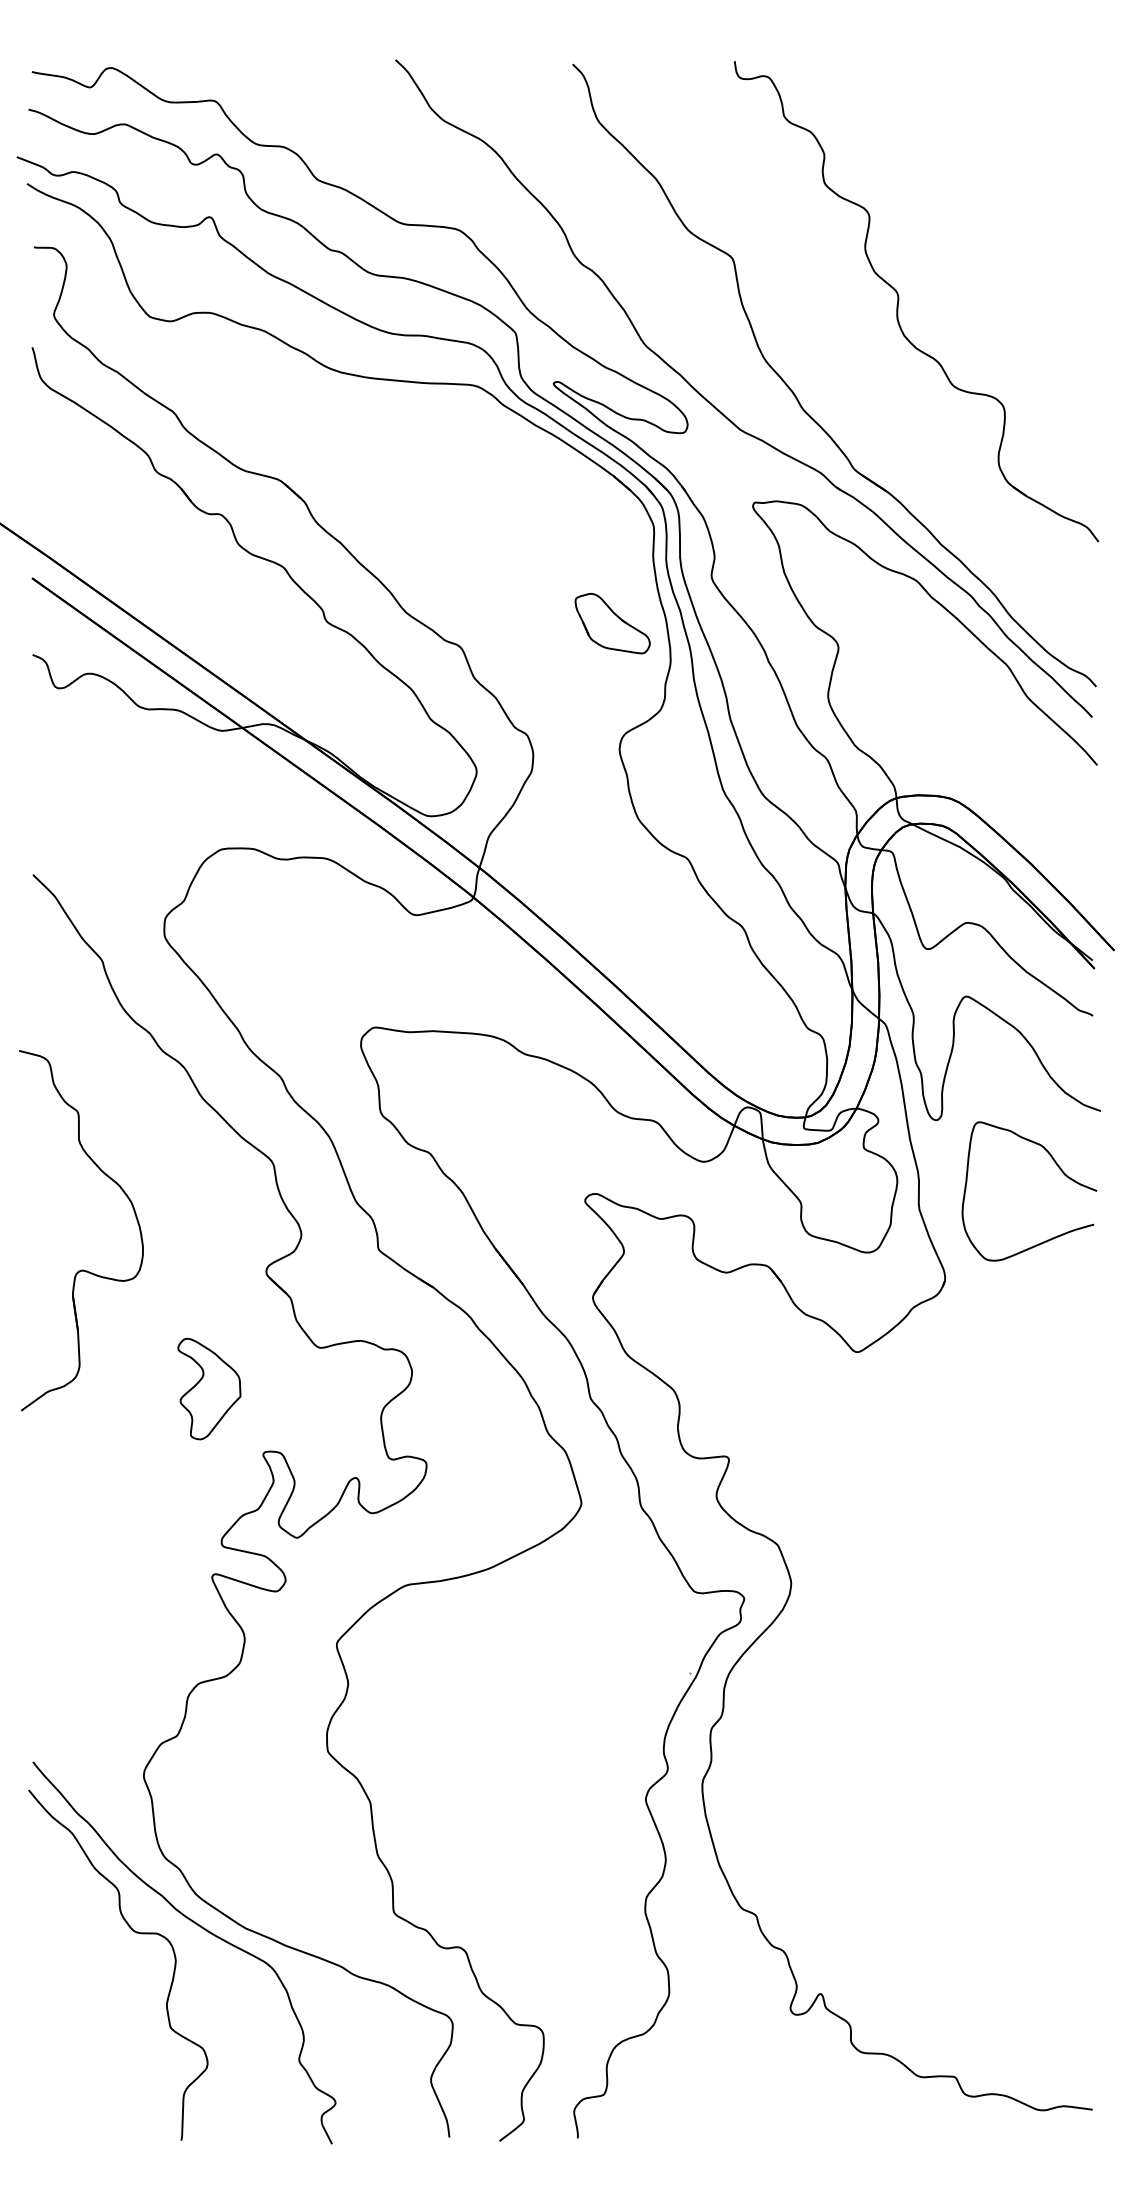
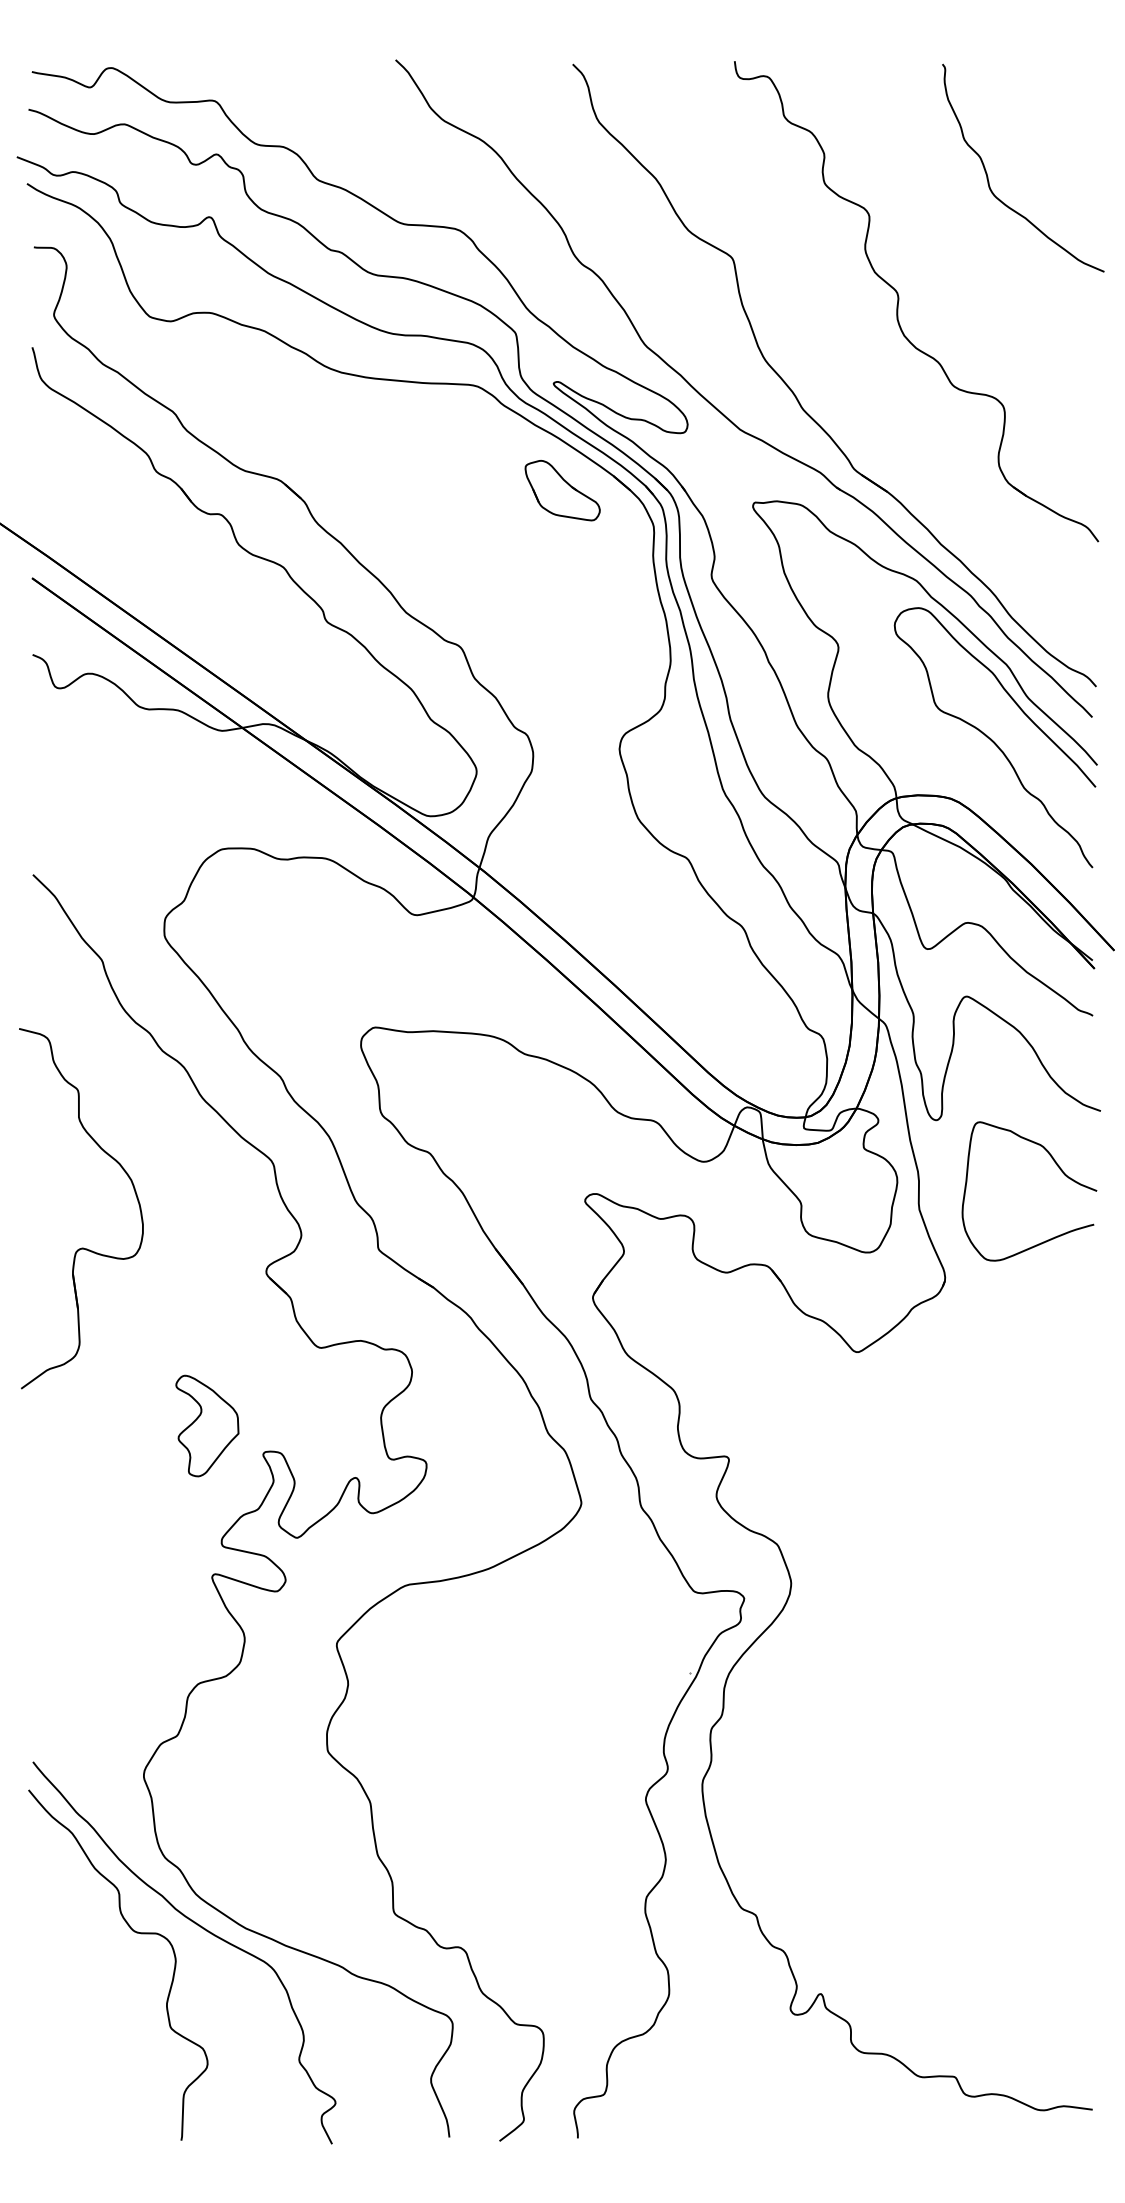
curve at (988, 176): none -> present
part at (612, 623) position: (612, 623) -> (562, 490)
curve at (992, 739): none -> present
part at (81, 1269) position: (81, 1269) -> (81, 1247)
part at (209, 1388) position: (209, 1388) -> (207, 1425)
